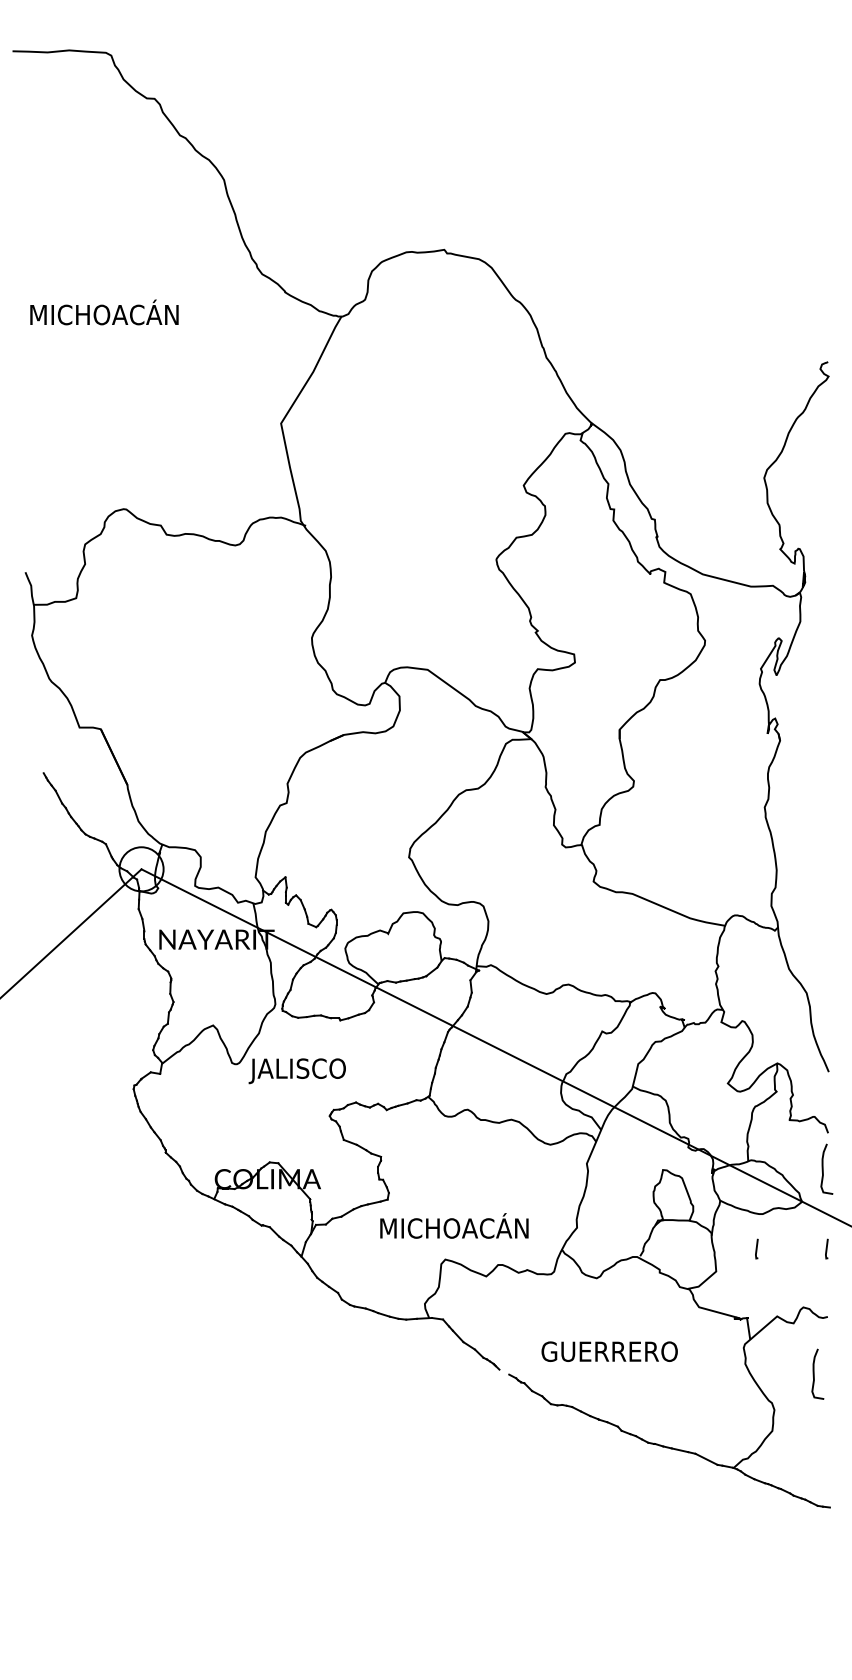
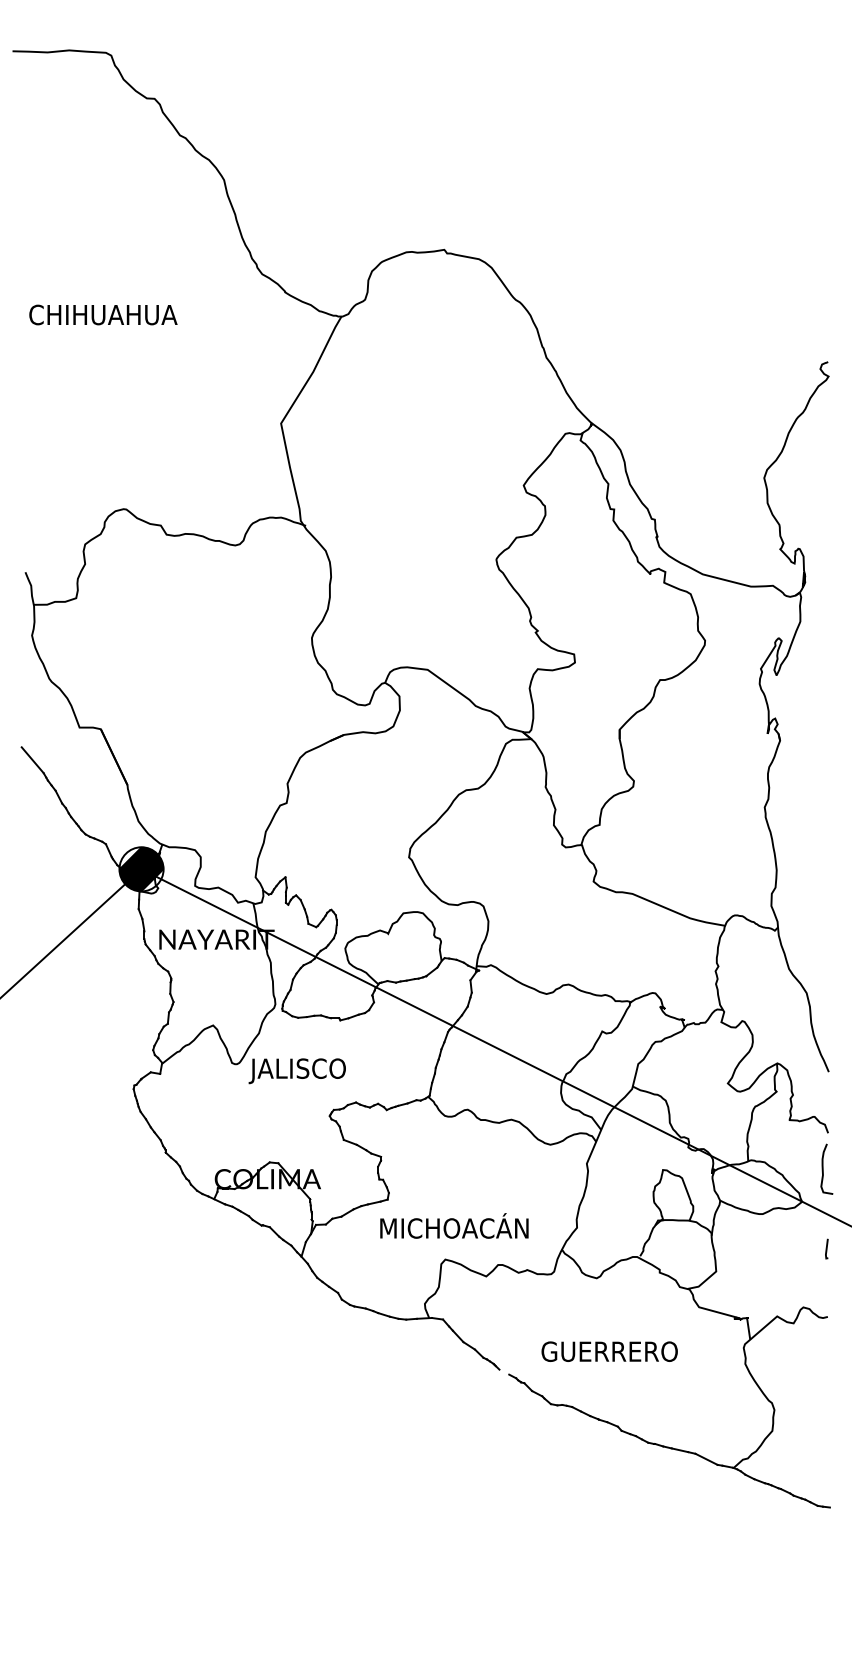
text at (103, 312): MICHOACÁN -> CHIHUAHUA
line at (32, 760): none -> present
hatch at (141, 869): none -> present
line at (756, 1248): present -> none
curve at (814, 1373): present -> none
